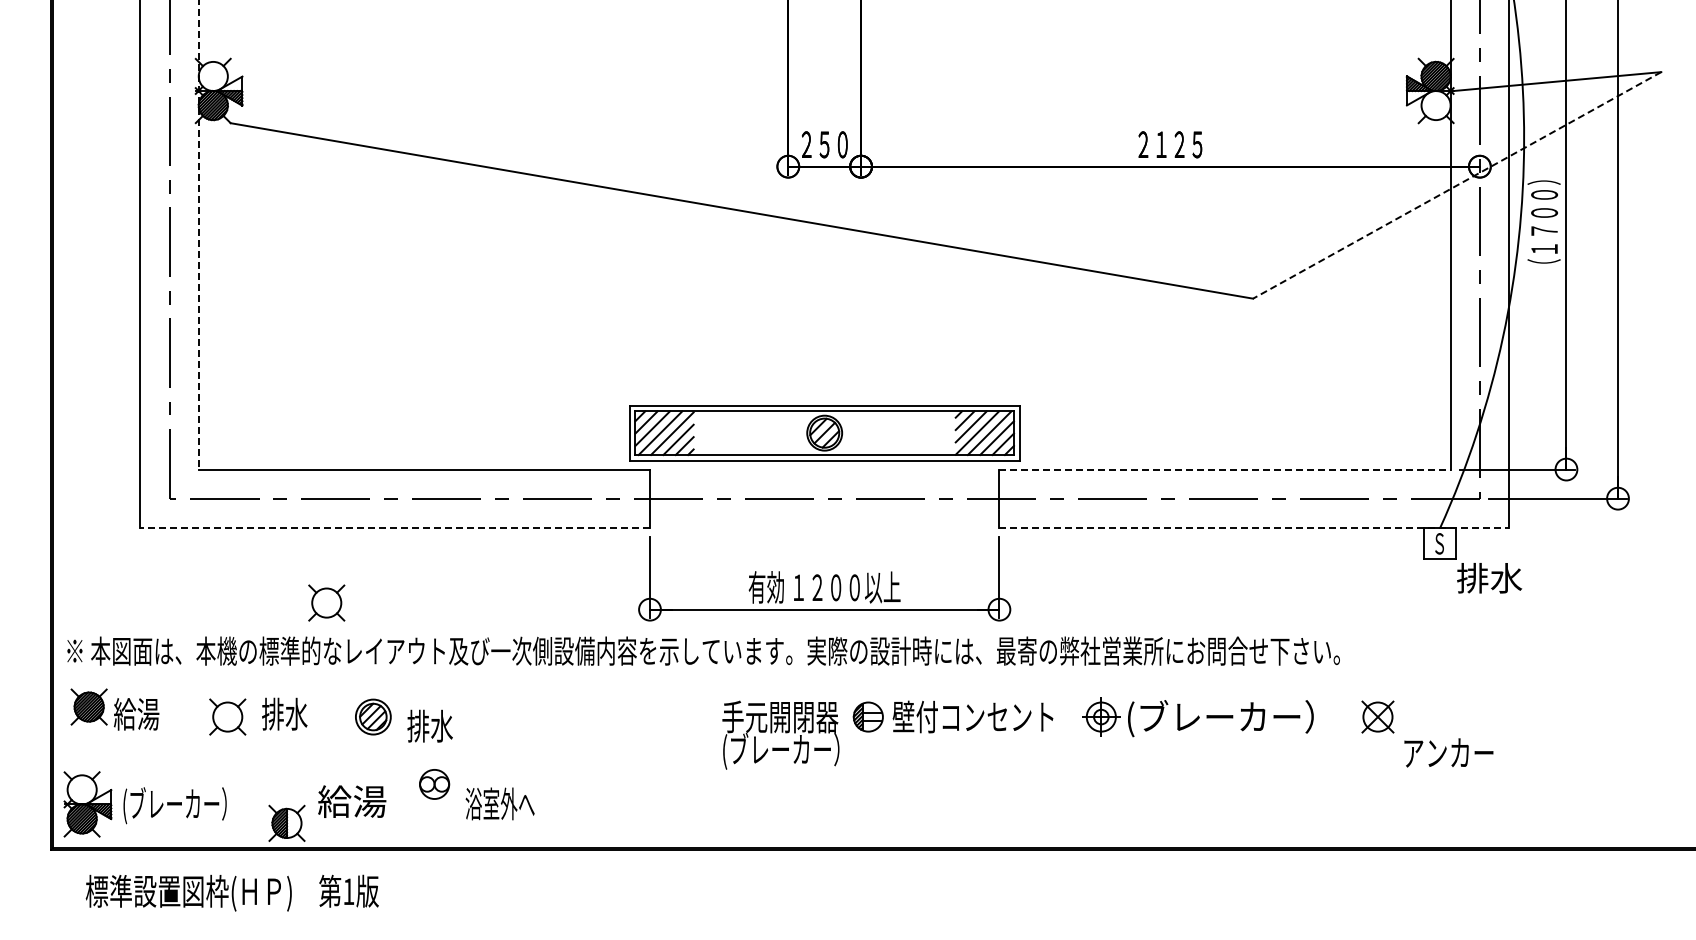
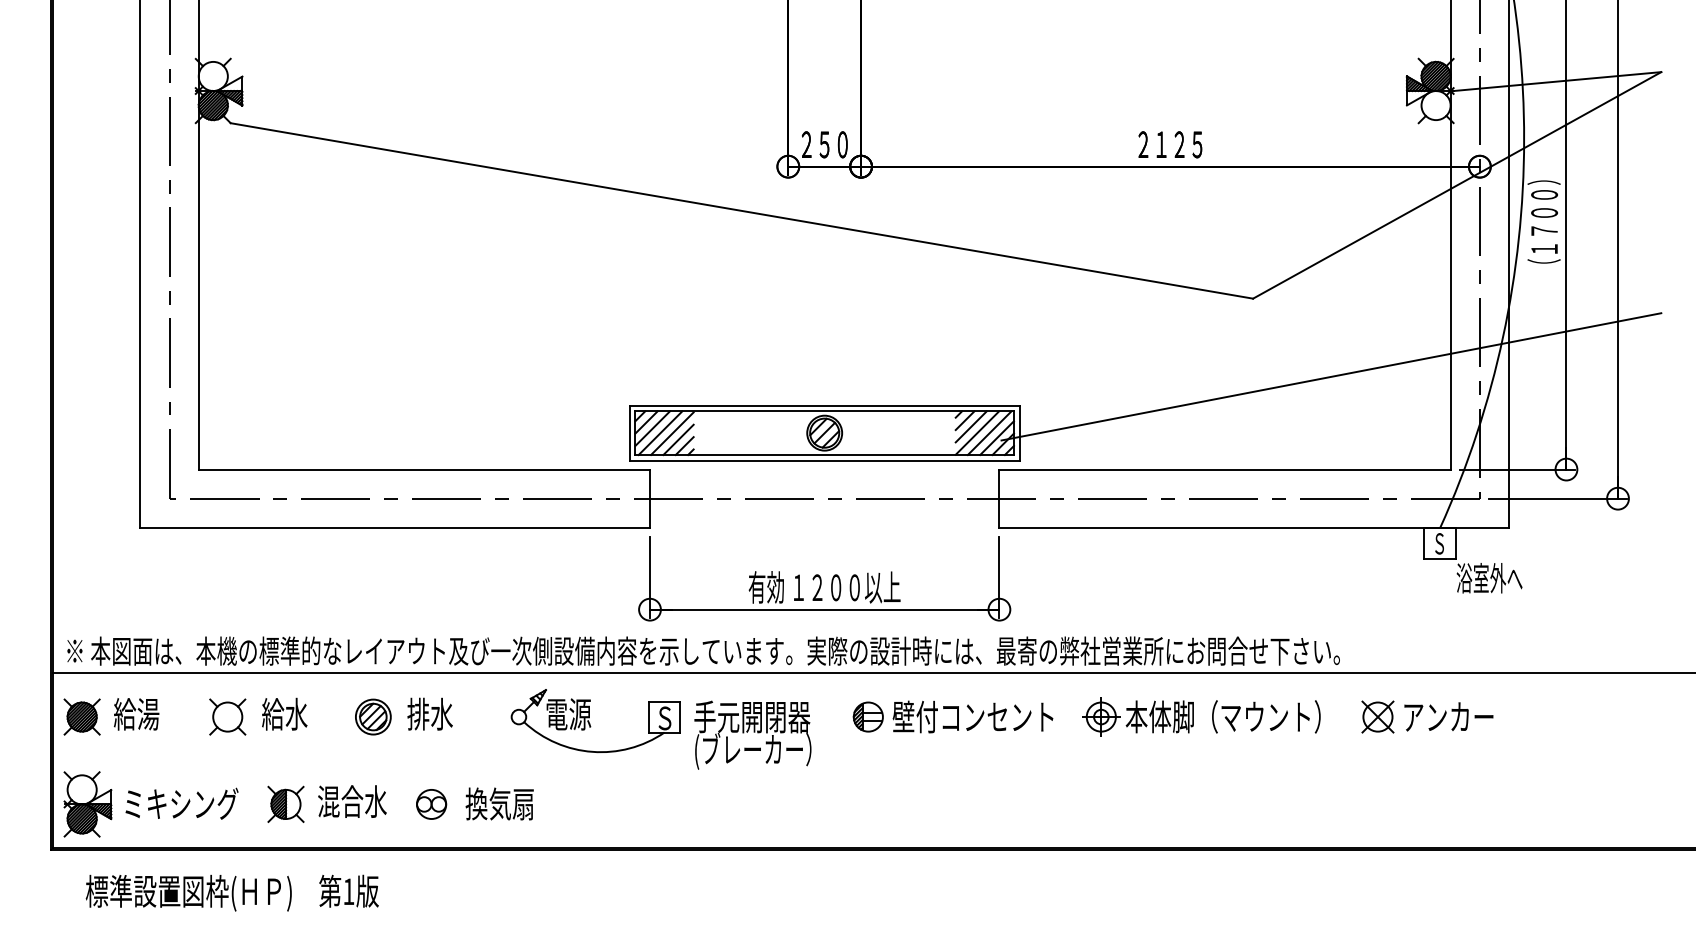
line at (1456, 185): dashed -> solid
line at (198, 235): dashed -> solid
line at (1331, 376): none -> present
line at (1225, 469): dashed -> solid
line at (395, 527): dashed -> solid
line at (1254, 527): dashed -> solid
text at (1489, 578): 排水 -> 浴室外へ
part at (326, 602): present -> none
line at (872, 673): none -> present
part at (88, 706) position: (88, 706) -> (81, 716)
text at (273, 713): 排水 -> 給水
text at (1222, 718): (ブレーカー） -> 本体脚（マウント）
part at (595, 721): none -> present
text at (429, 725) position: (429, 725) -> (429, 713)
text at (780, 734) position: (780, 734) -> (752, 734)
text at (1448, 752) position: (1448, 752) -> (1448, 716)
part at (434, 784) position: (434, 784) -> (431, 804)
text at (352, 801): 給湯 -> 混合水
text at (499, 803): 浴室外へ -> 換気扇
text at (180, 805): (ブレーカー） -> ミキシング
part at (286, 822) position: (286, 822) -> (285, 803)
